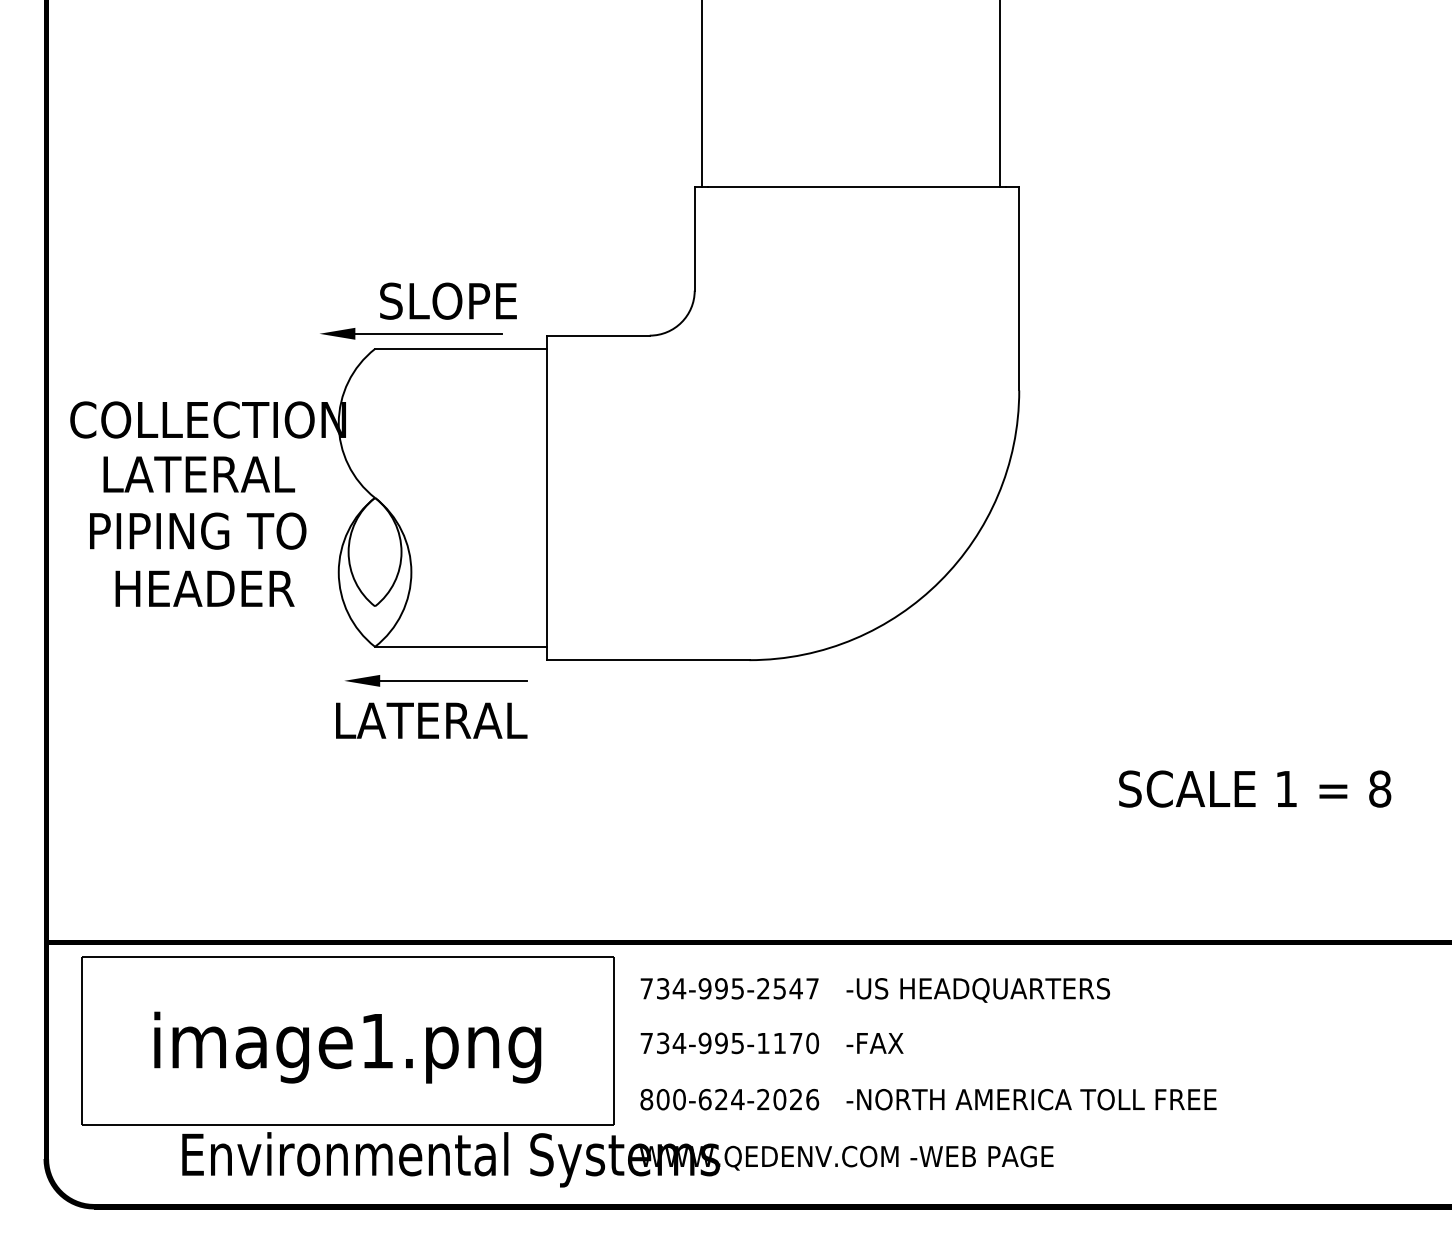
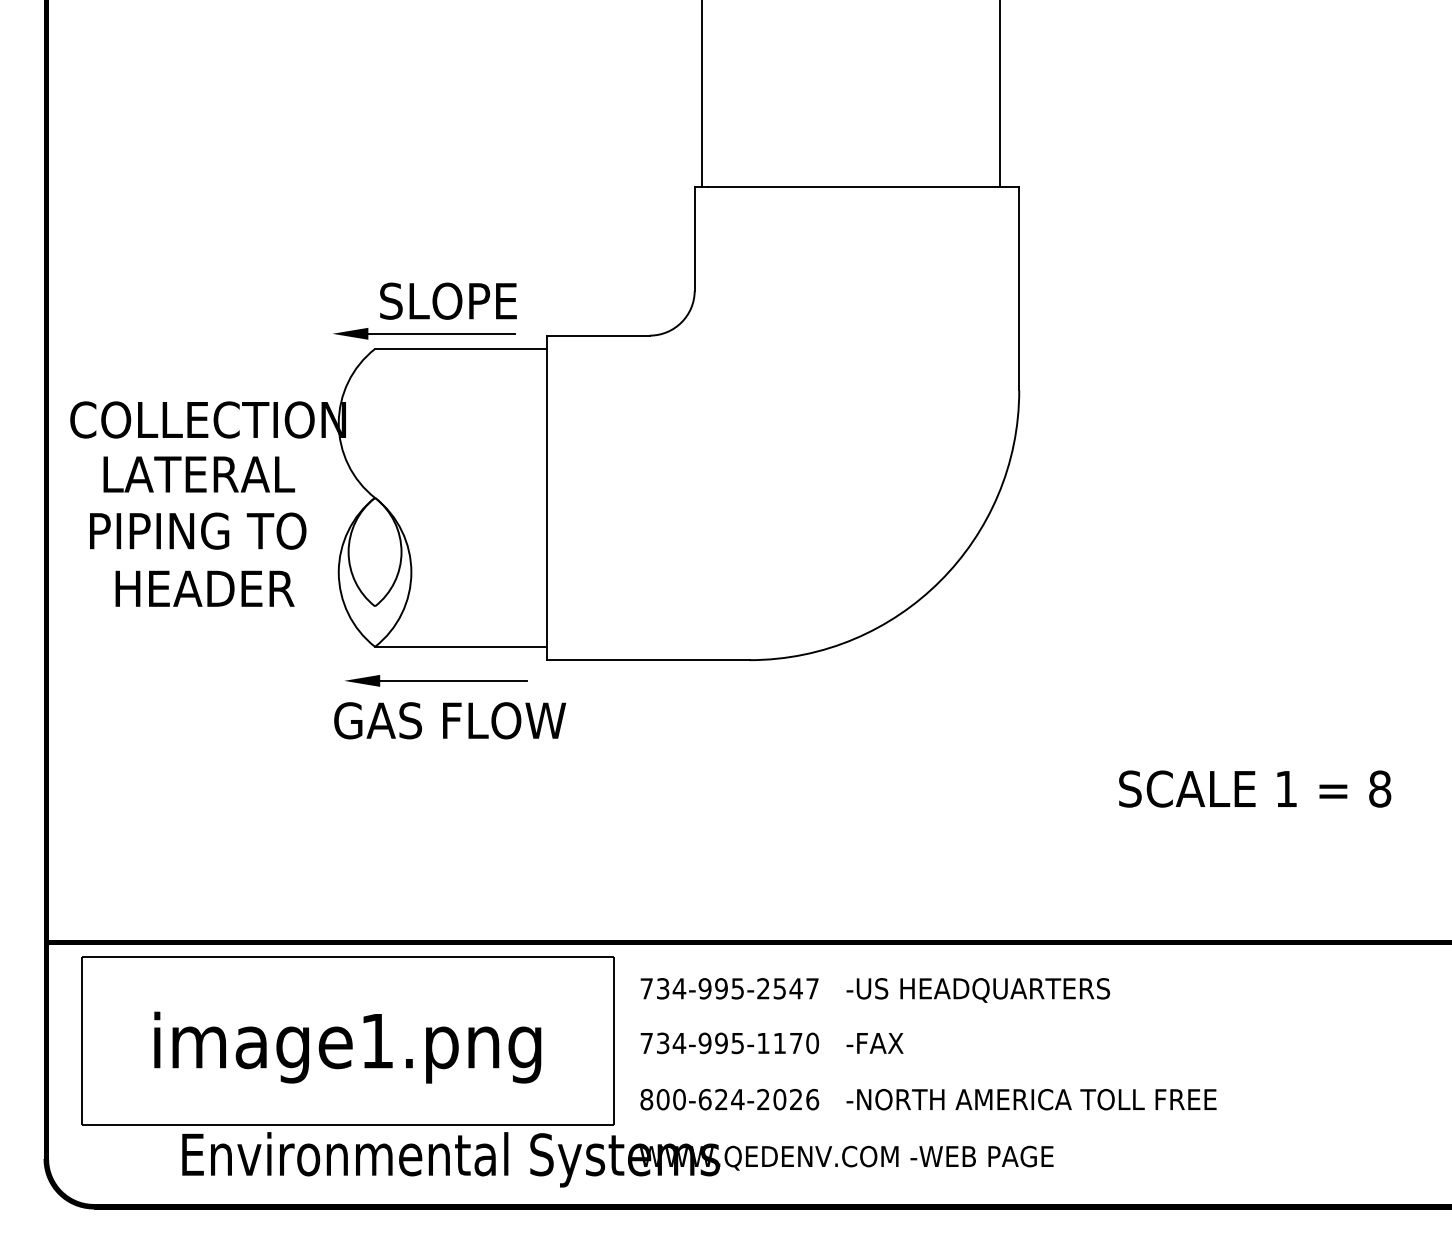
part at (411, 333) position: (411, 333) -> (424, 333)
text at (450, 720): LATERAL -> GAS FLOW
